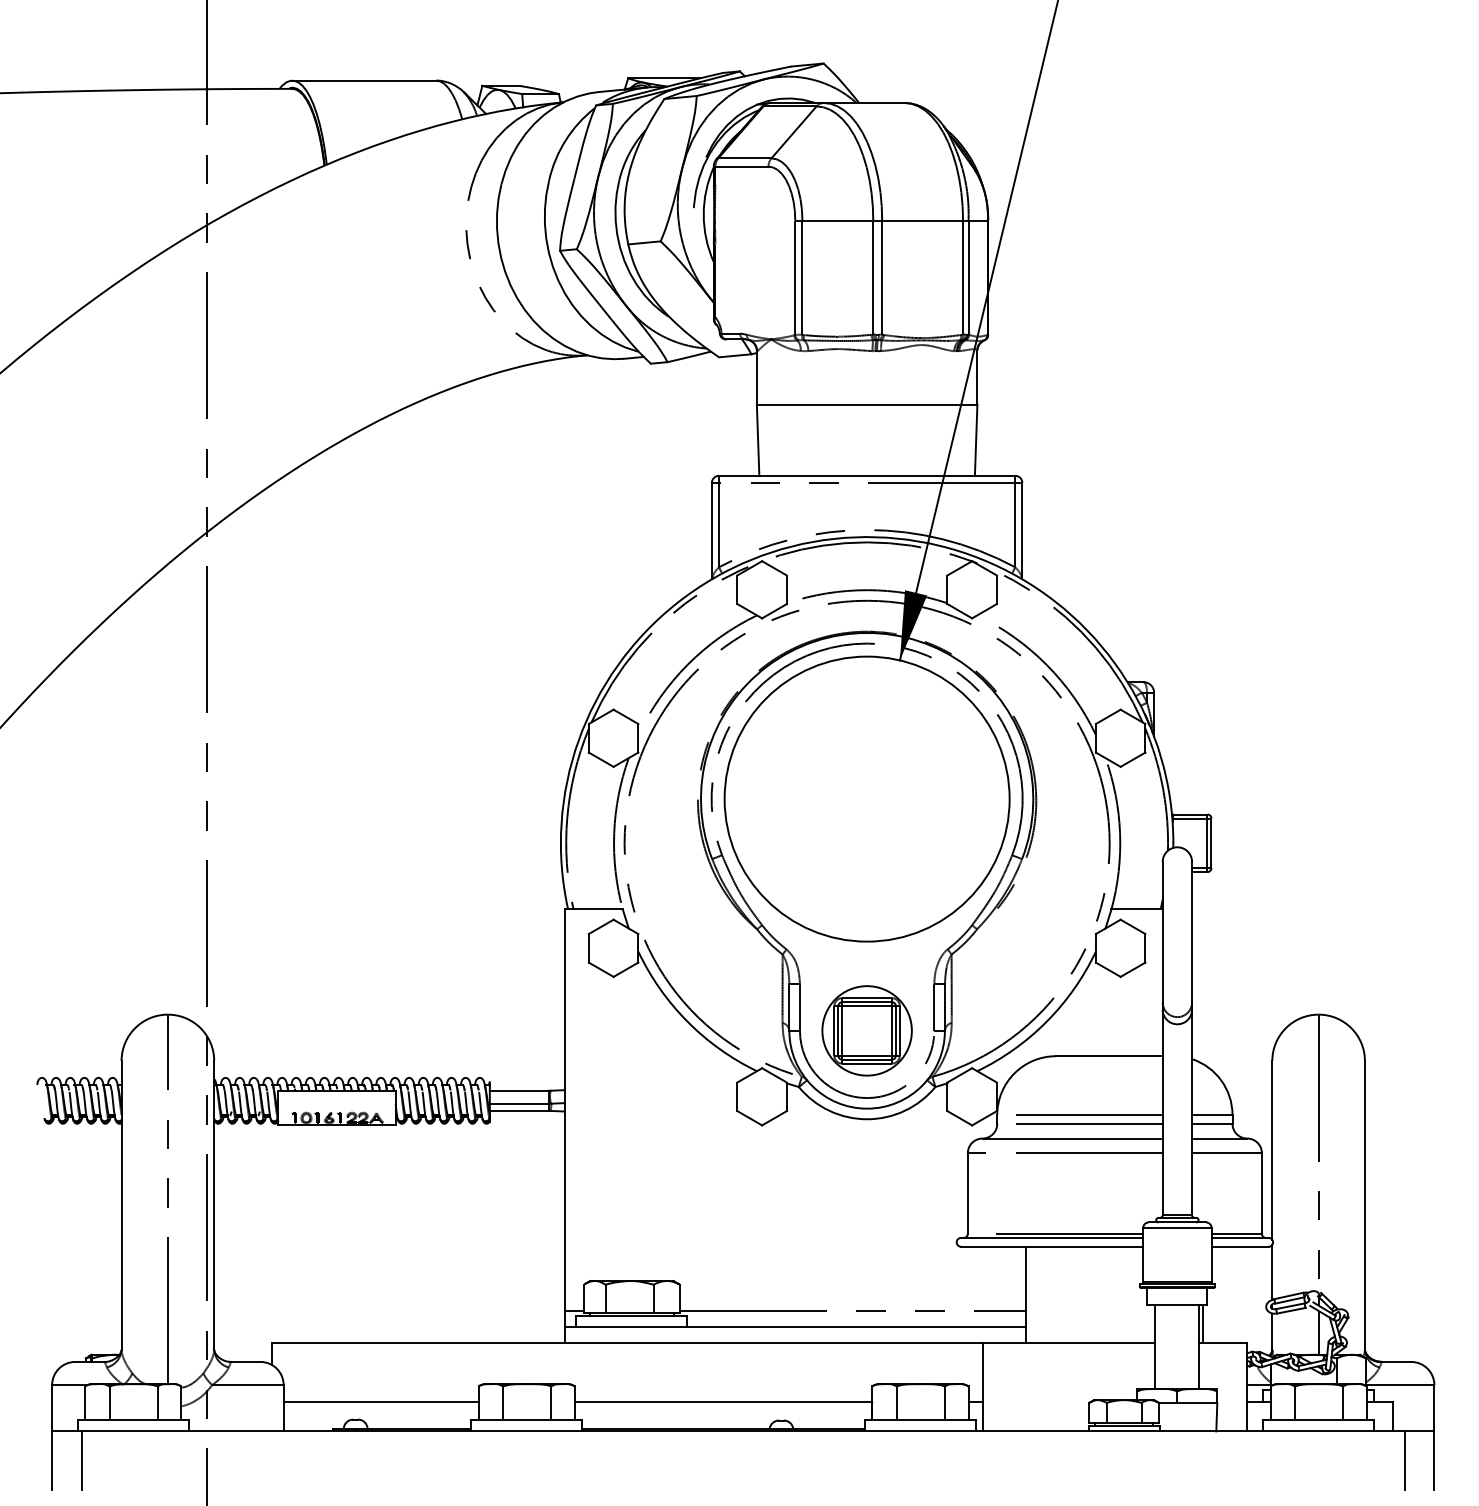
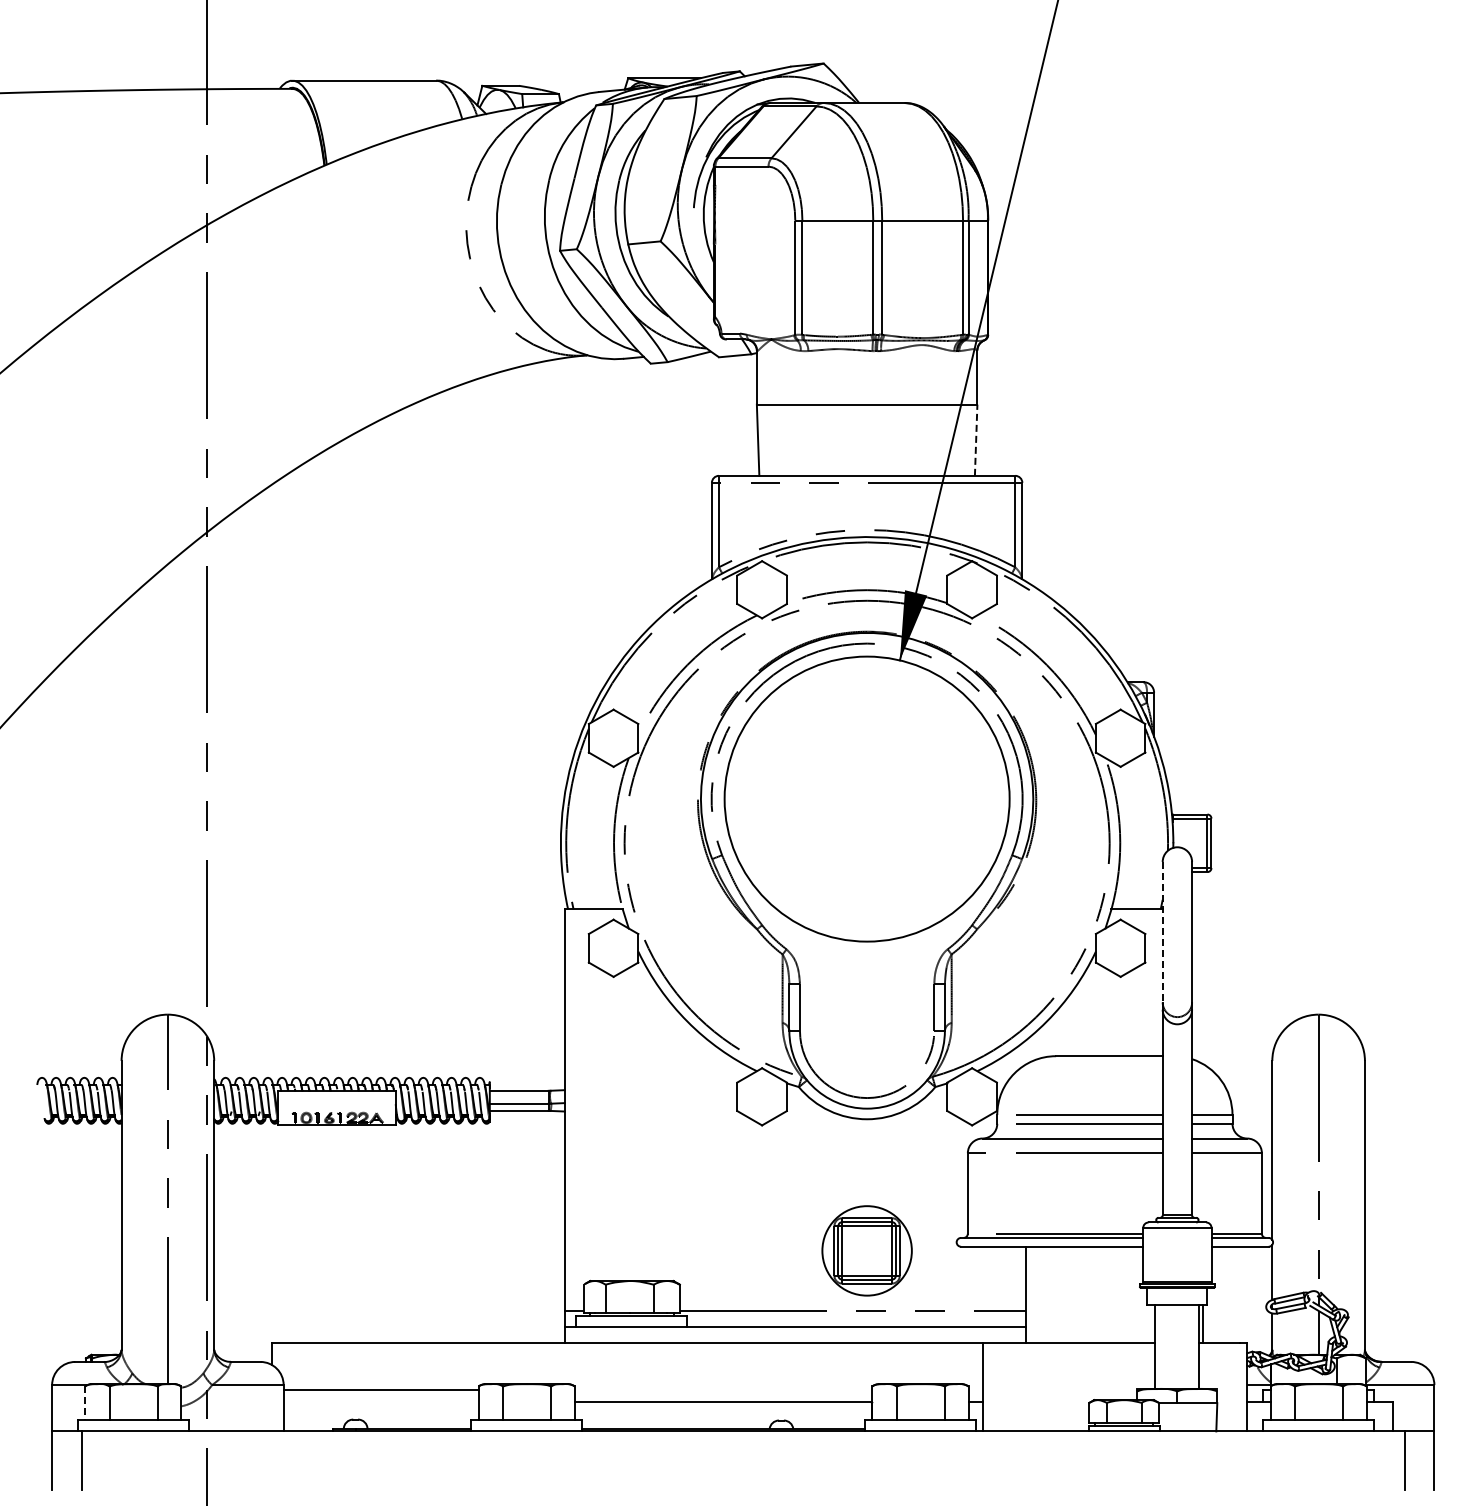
line at (976, 440): solid -> dashed
line at (1162, 932): solid -> dashed
part at (866, 1030) position: (866, 1030) -> (866, 1250)
line at (380, 1402) position: (380, 1402) -> (380, 1390)
line at (85, 1403): solid -> dashed
